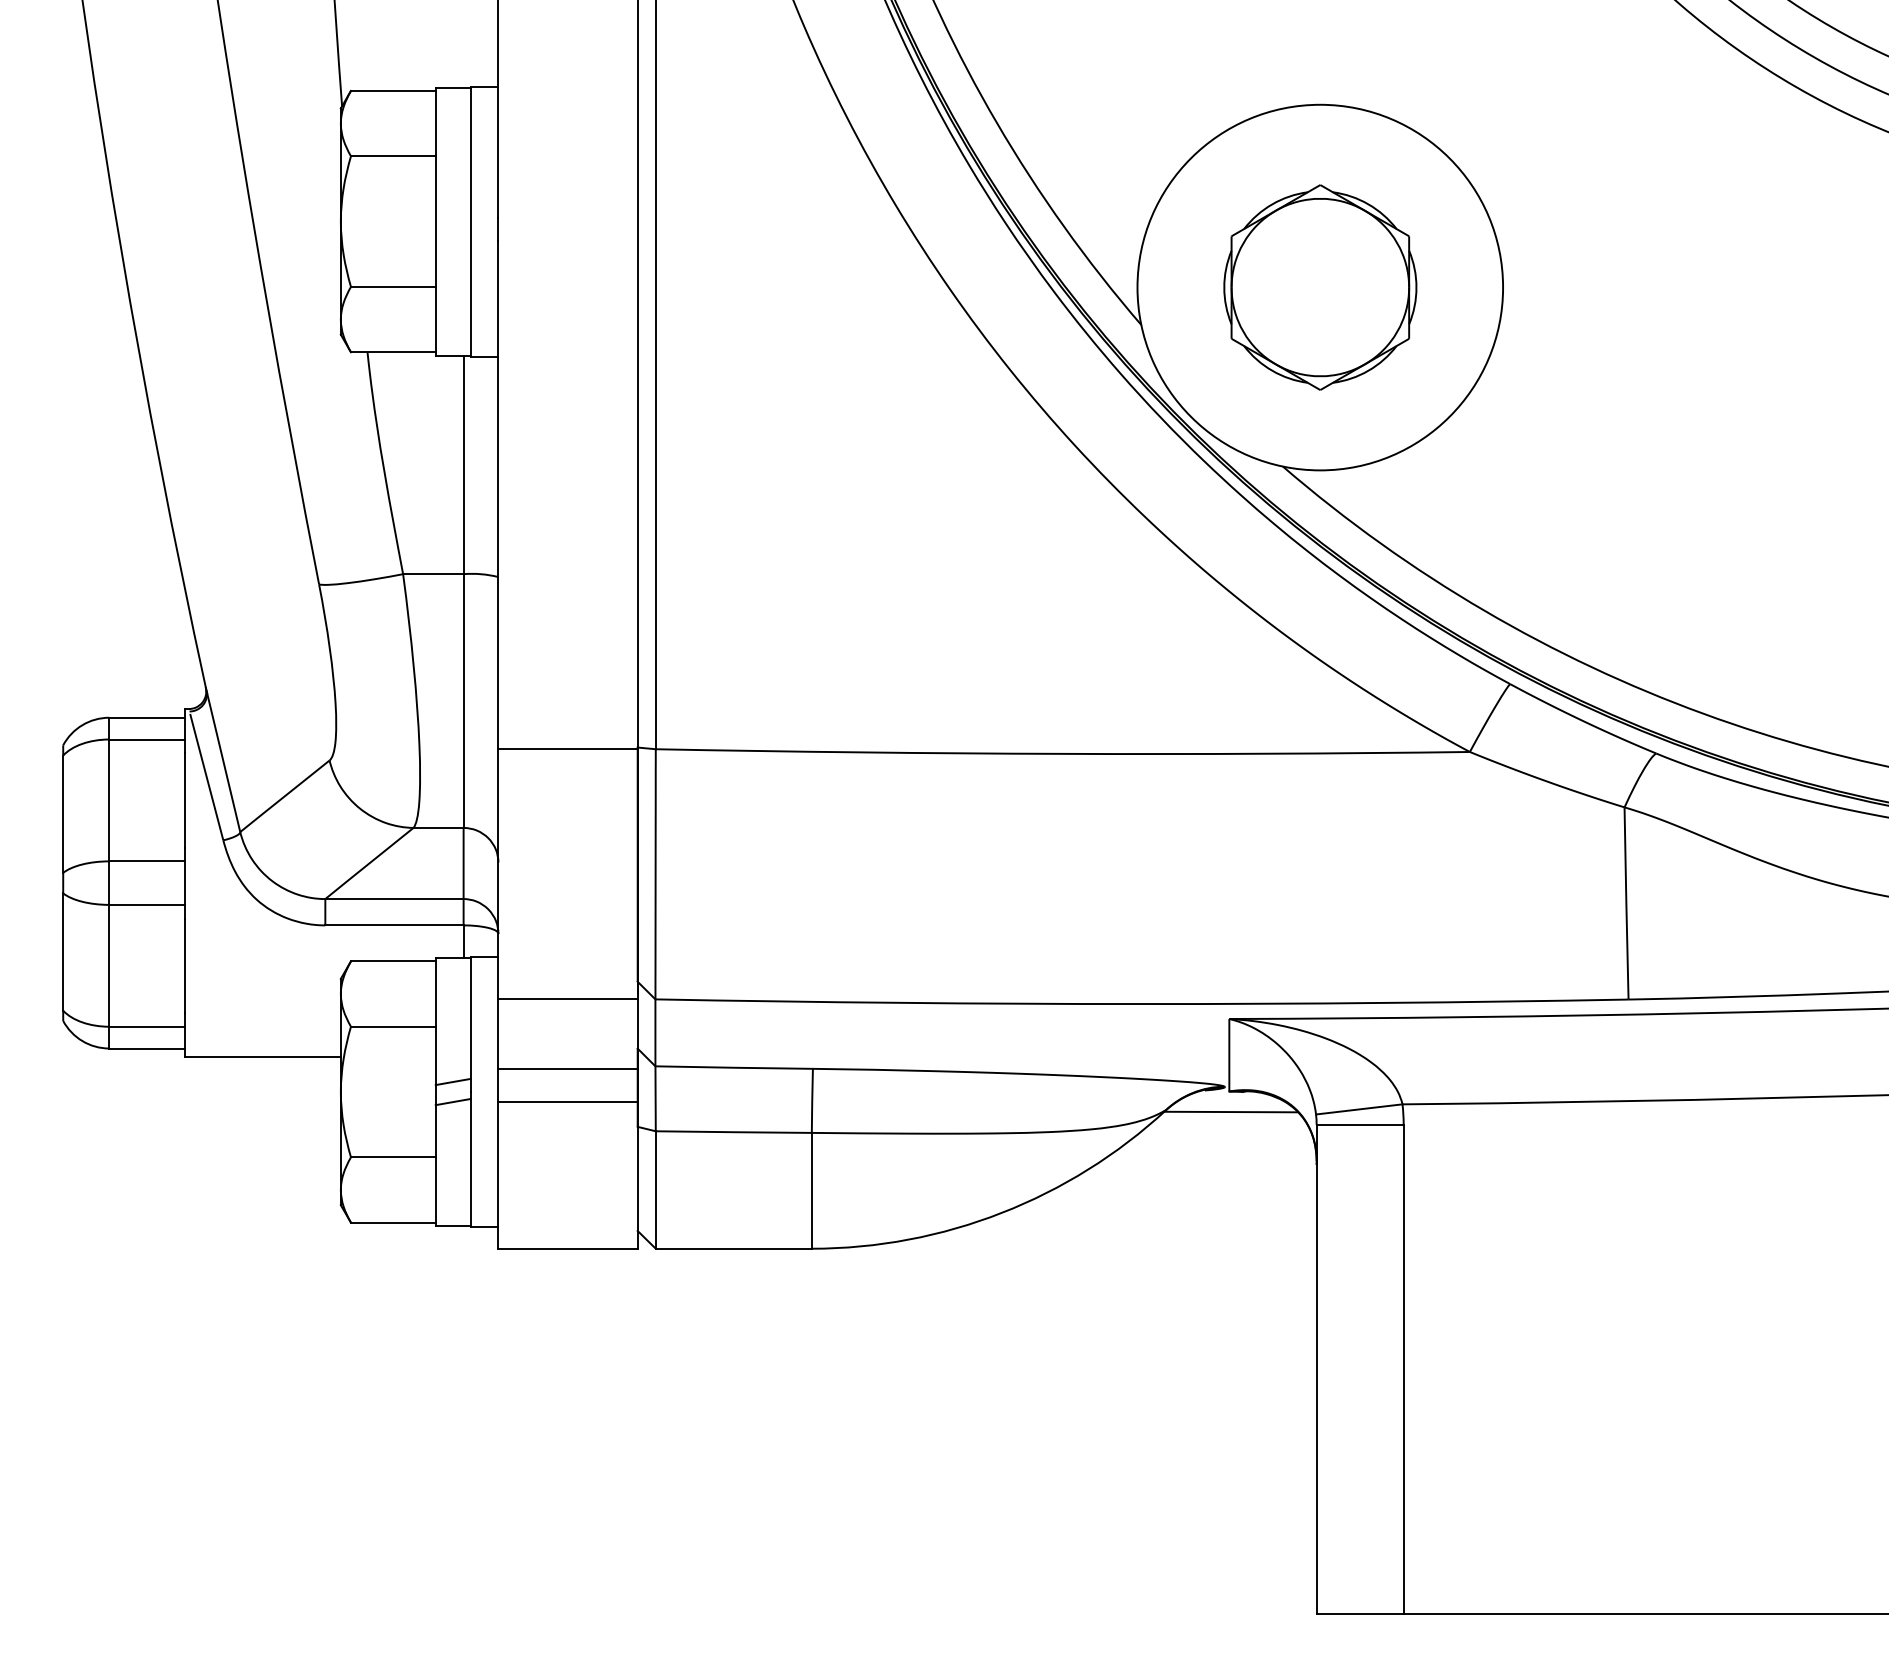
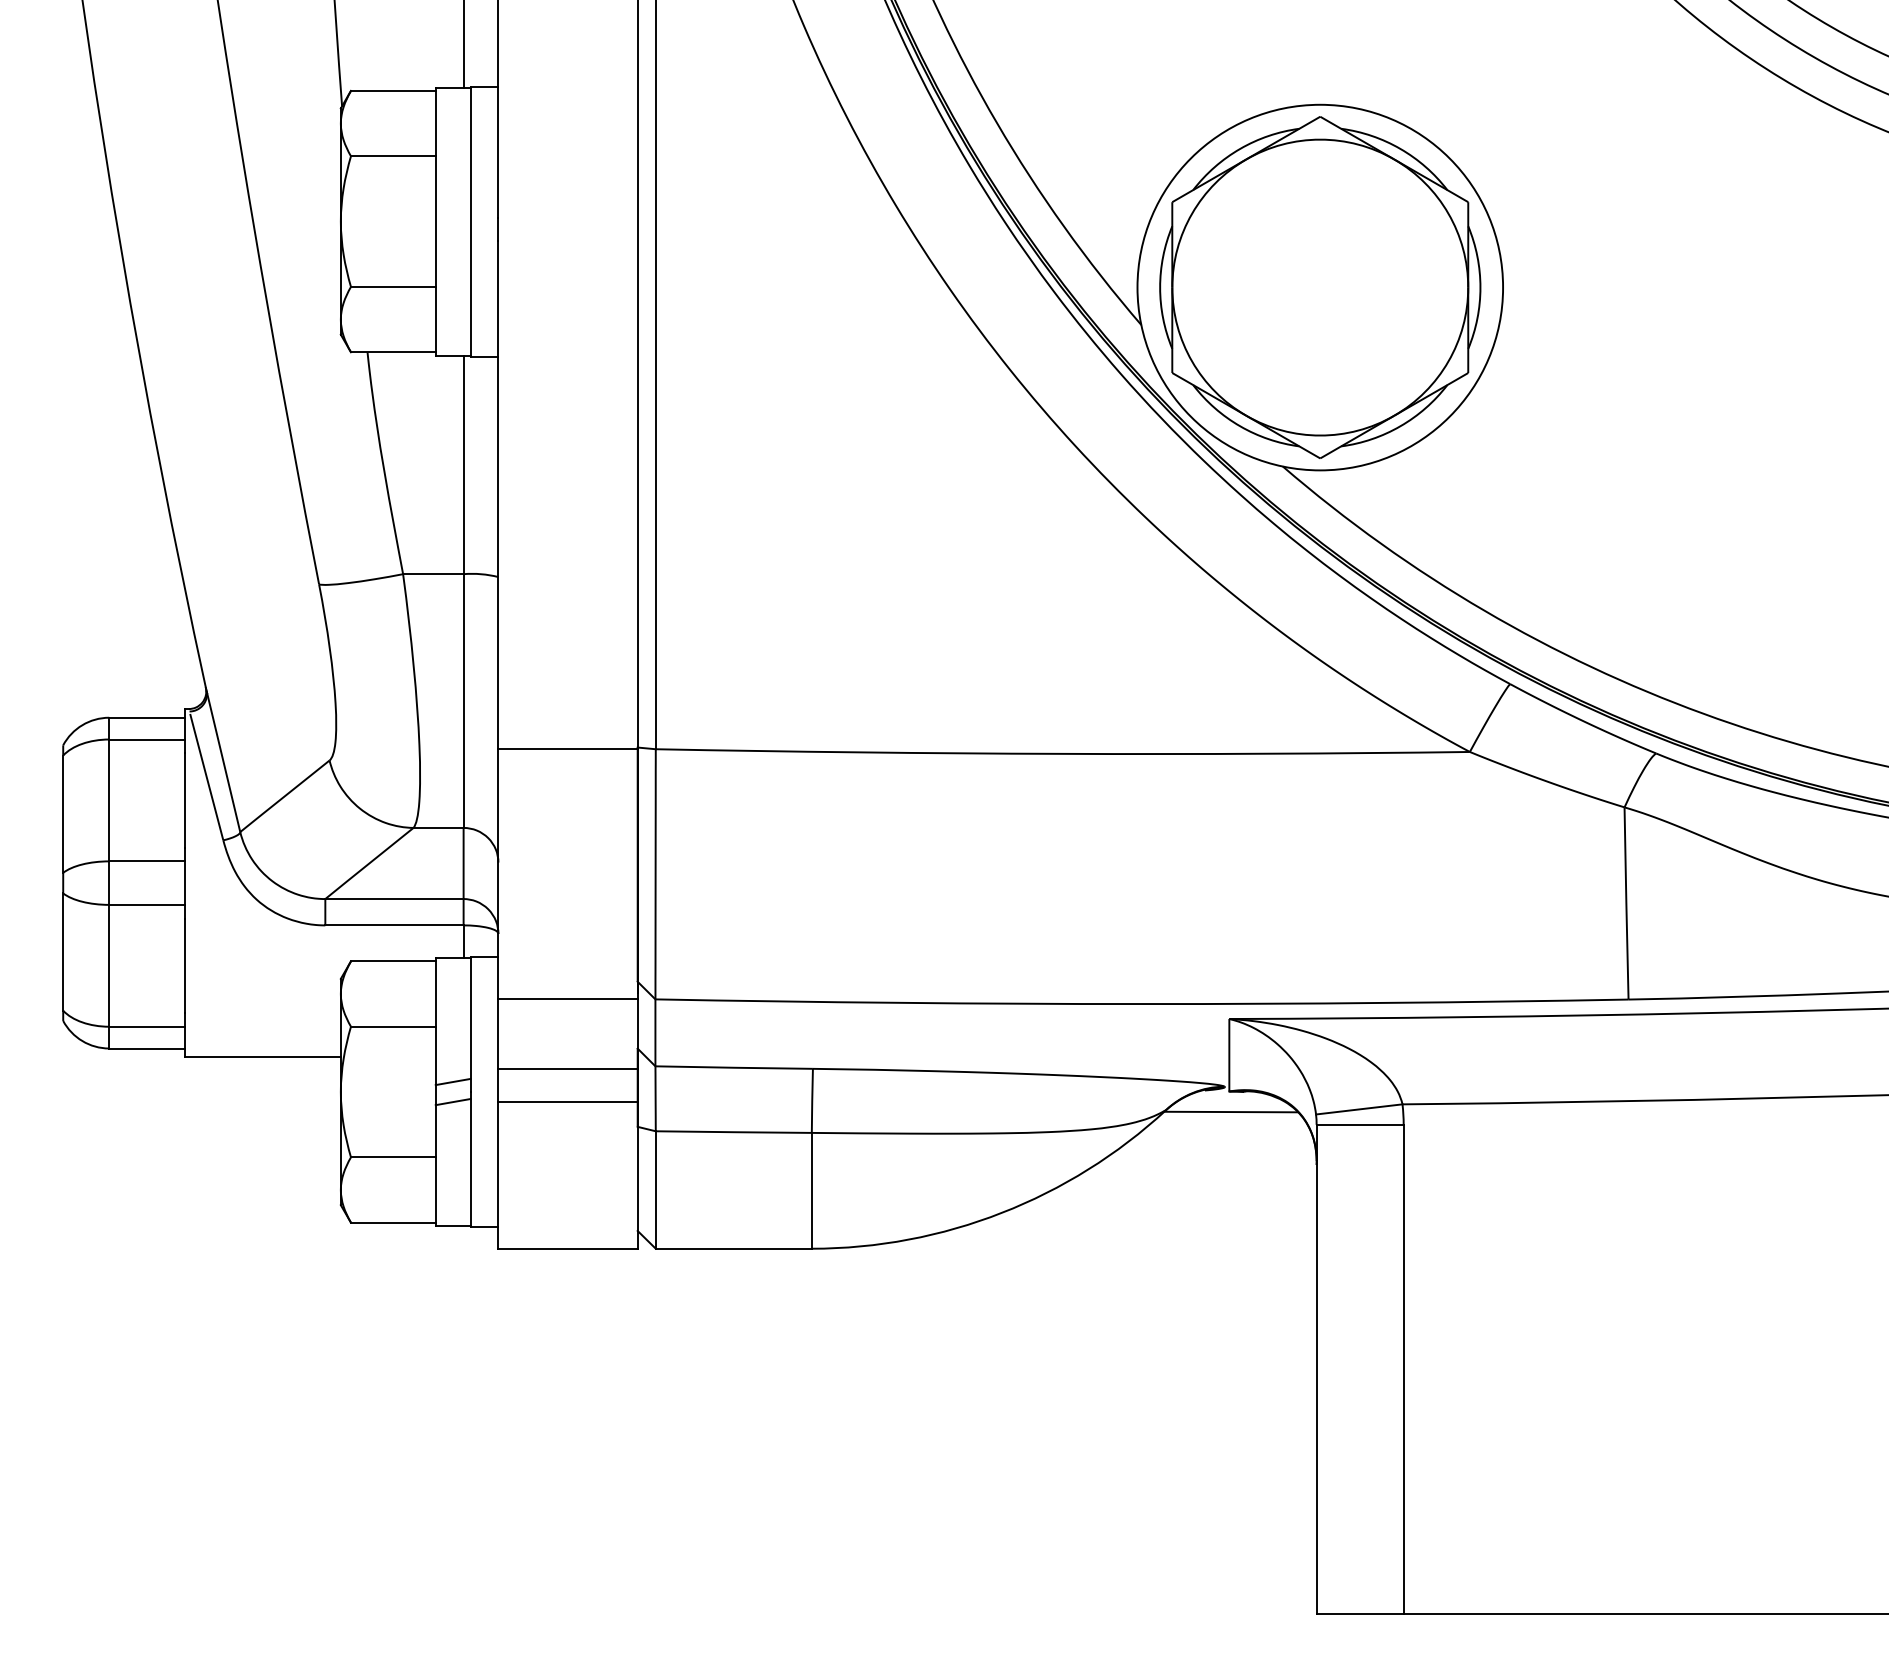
line at (463, 44): none -> present
part at (1320, 287) size: 195x207 px -> 323x343 px
